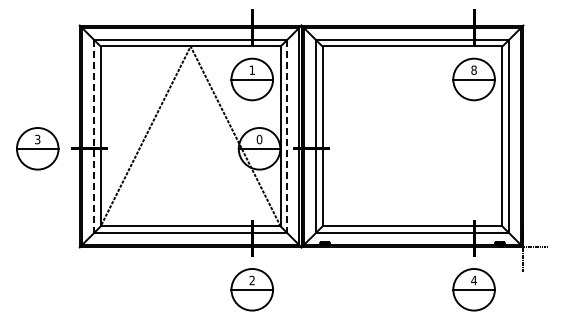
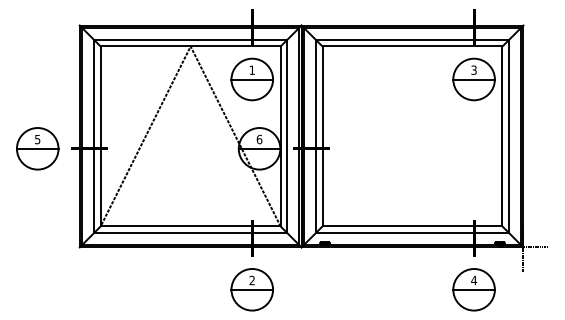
text at (473, 69): 8 -> 3
line at (94, 136): dashed -> solid
line at (287, 136): dashed -> solid
text at (37, 138): 3 -> 5
text at (259, 138): 0 -> 6
